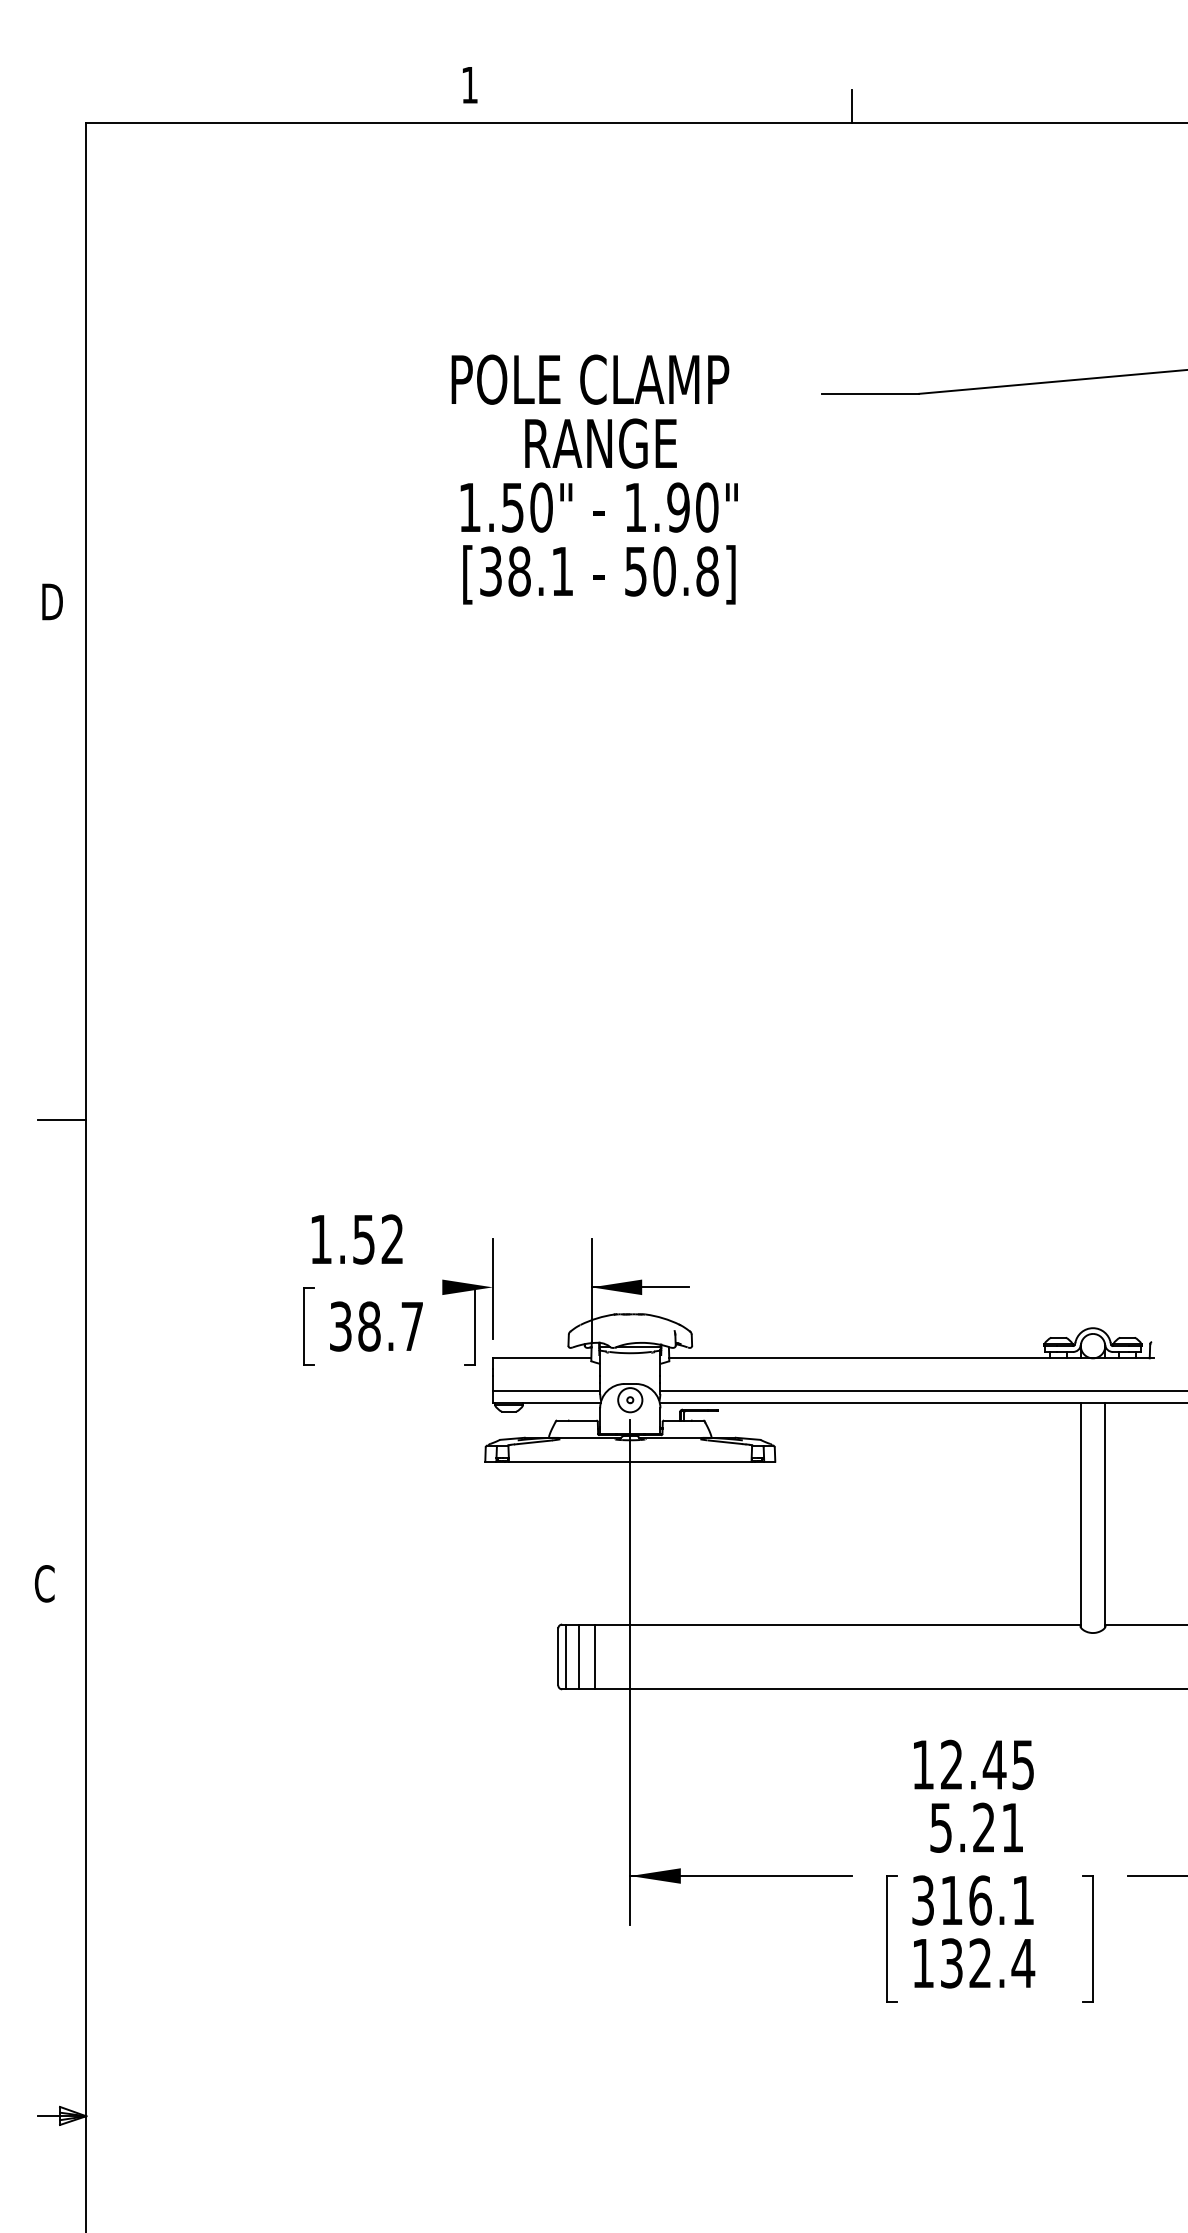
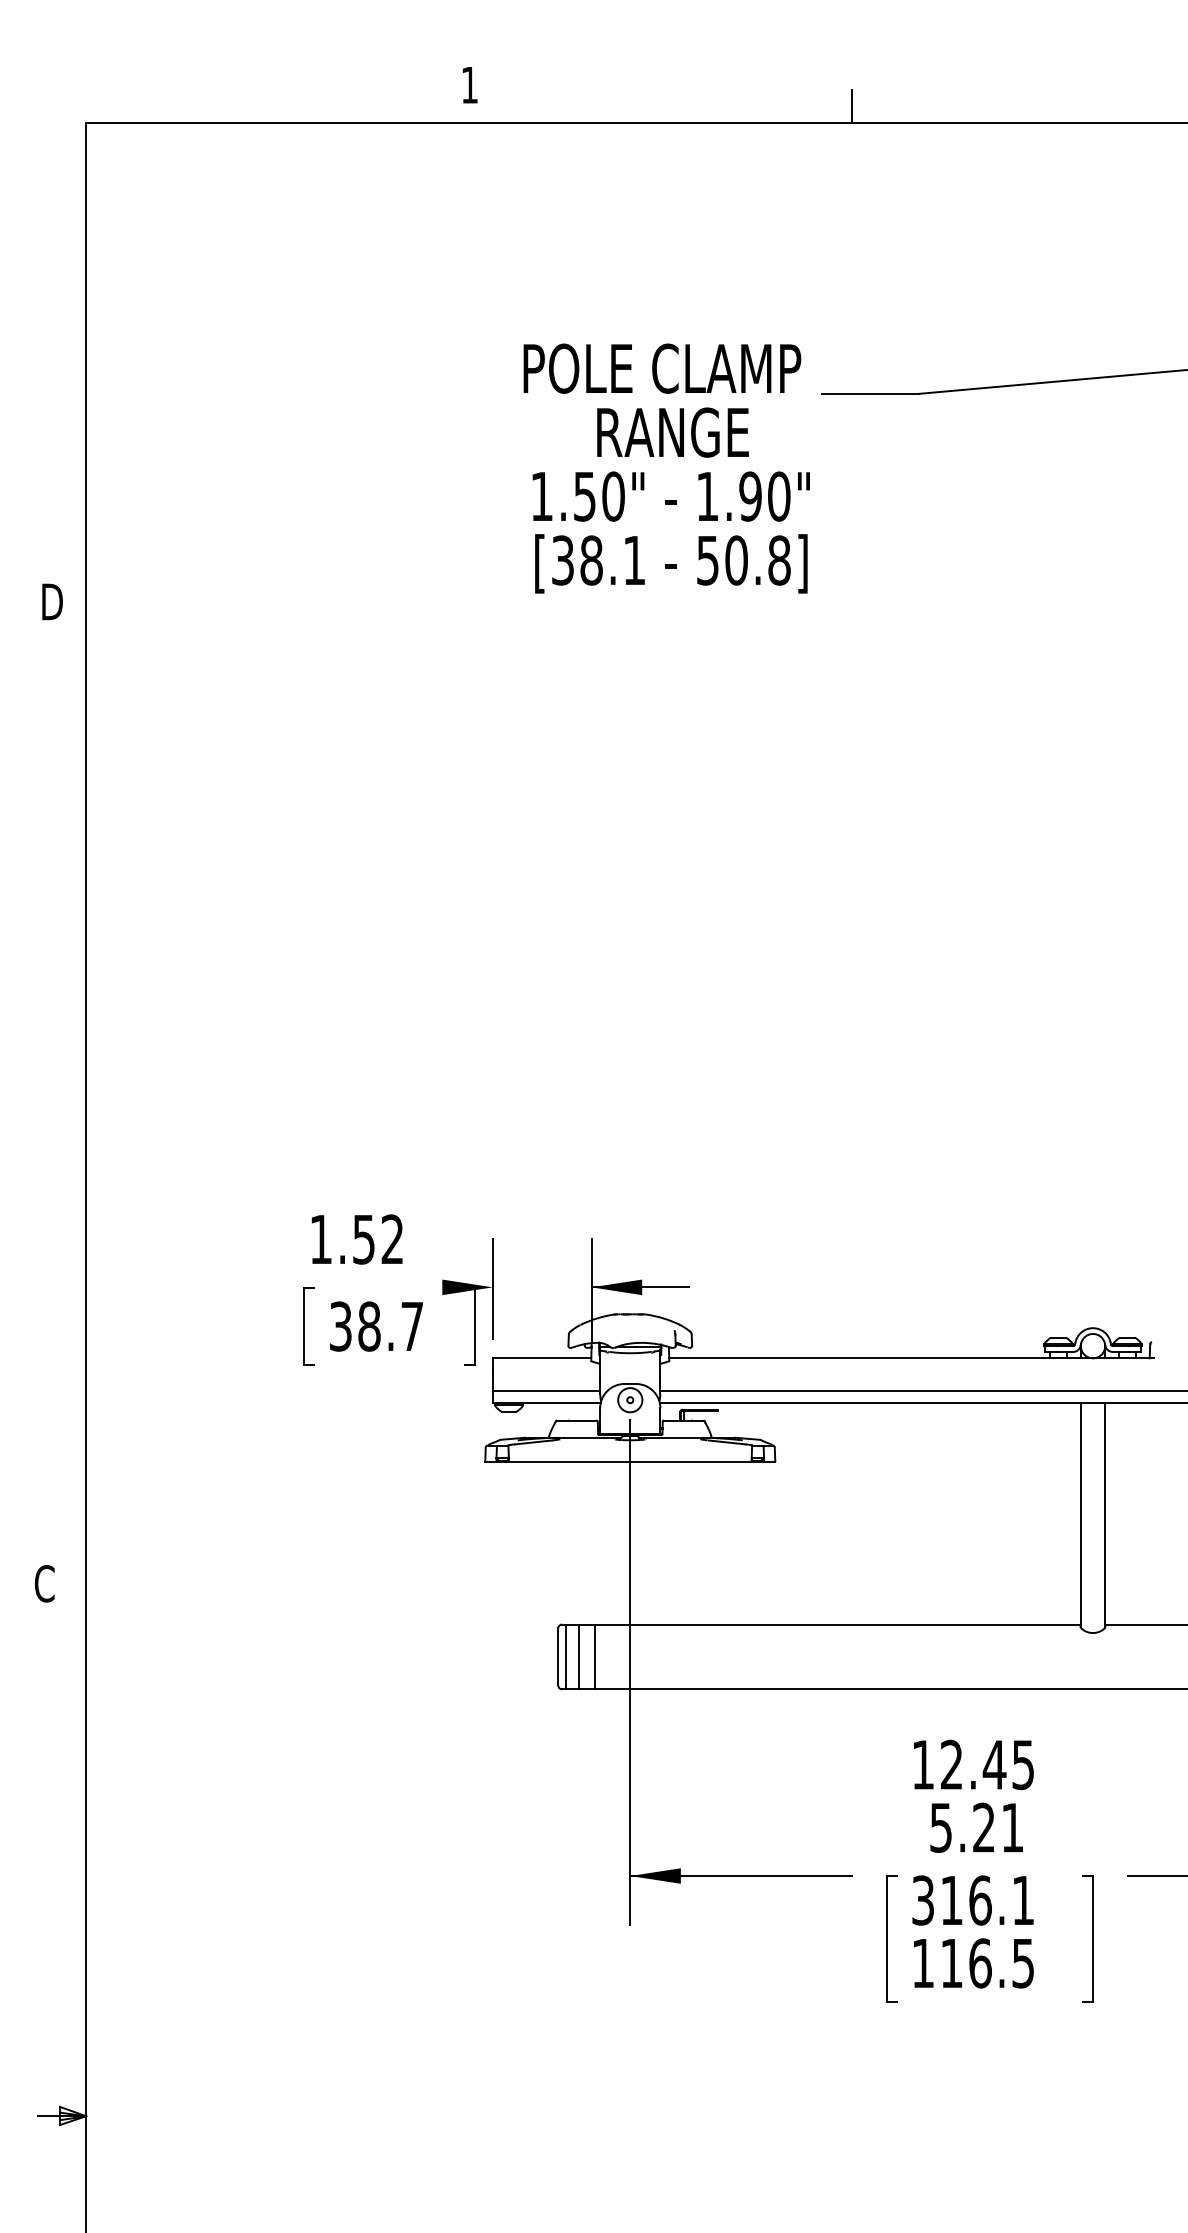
text at (594, 479) position: (594, 479) -> (666, 468)
line at (61, 1119): present -> none
text at (988, 1963): 132.4 -> 116.5
